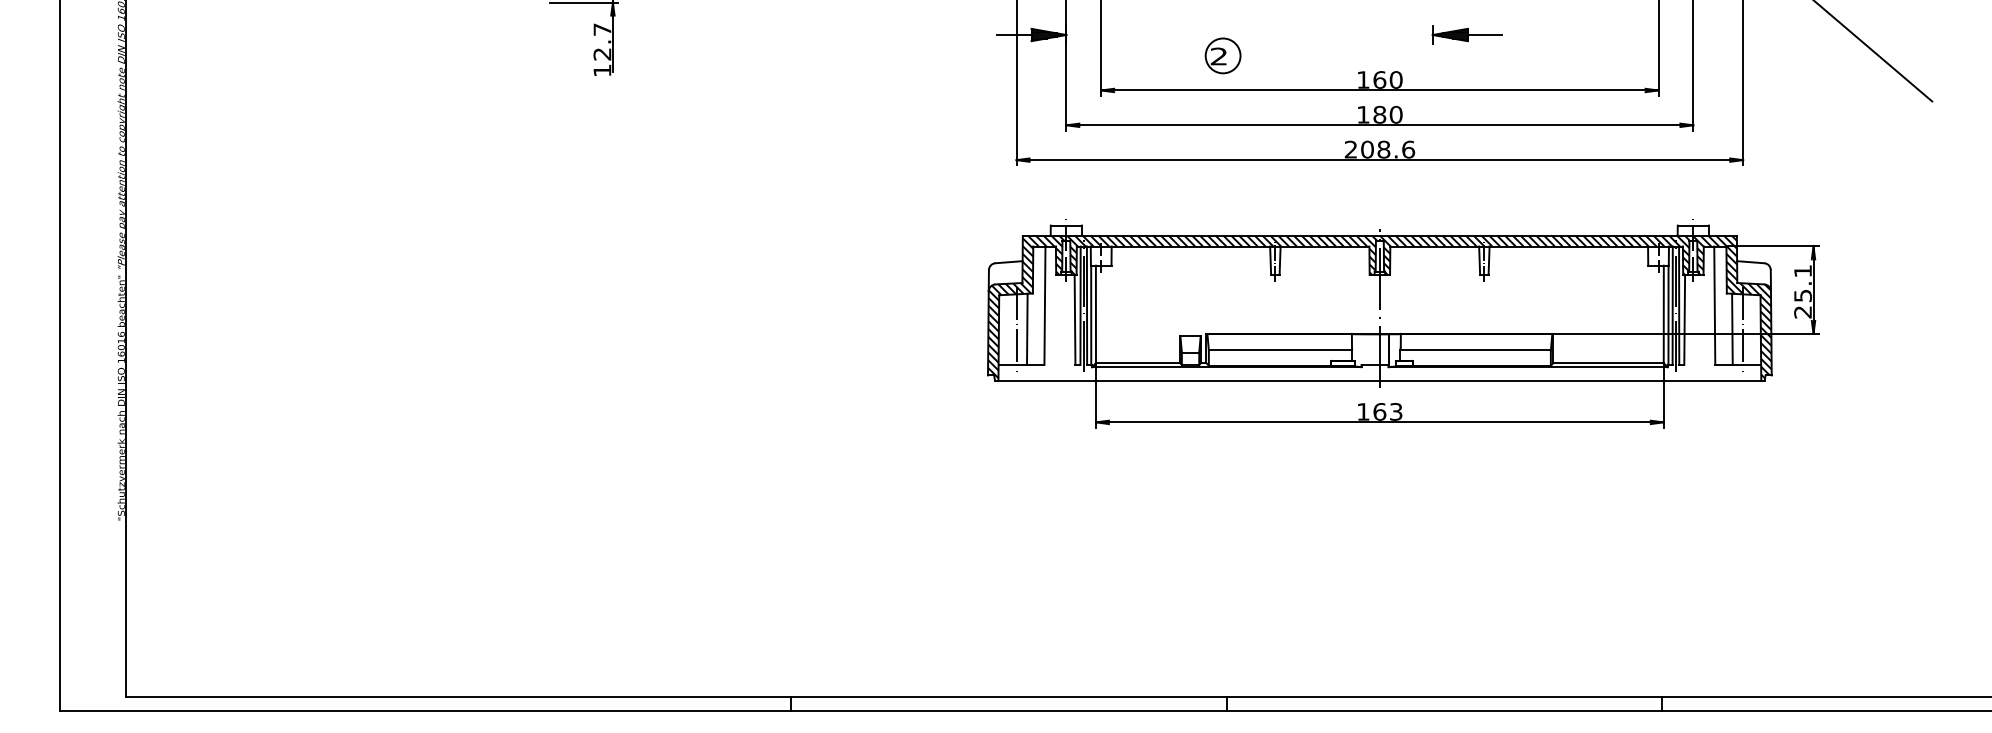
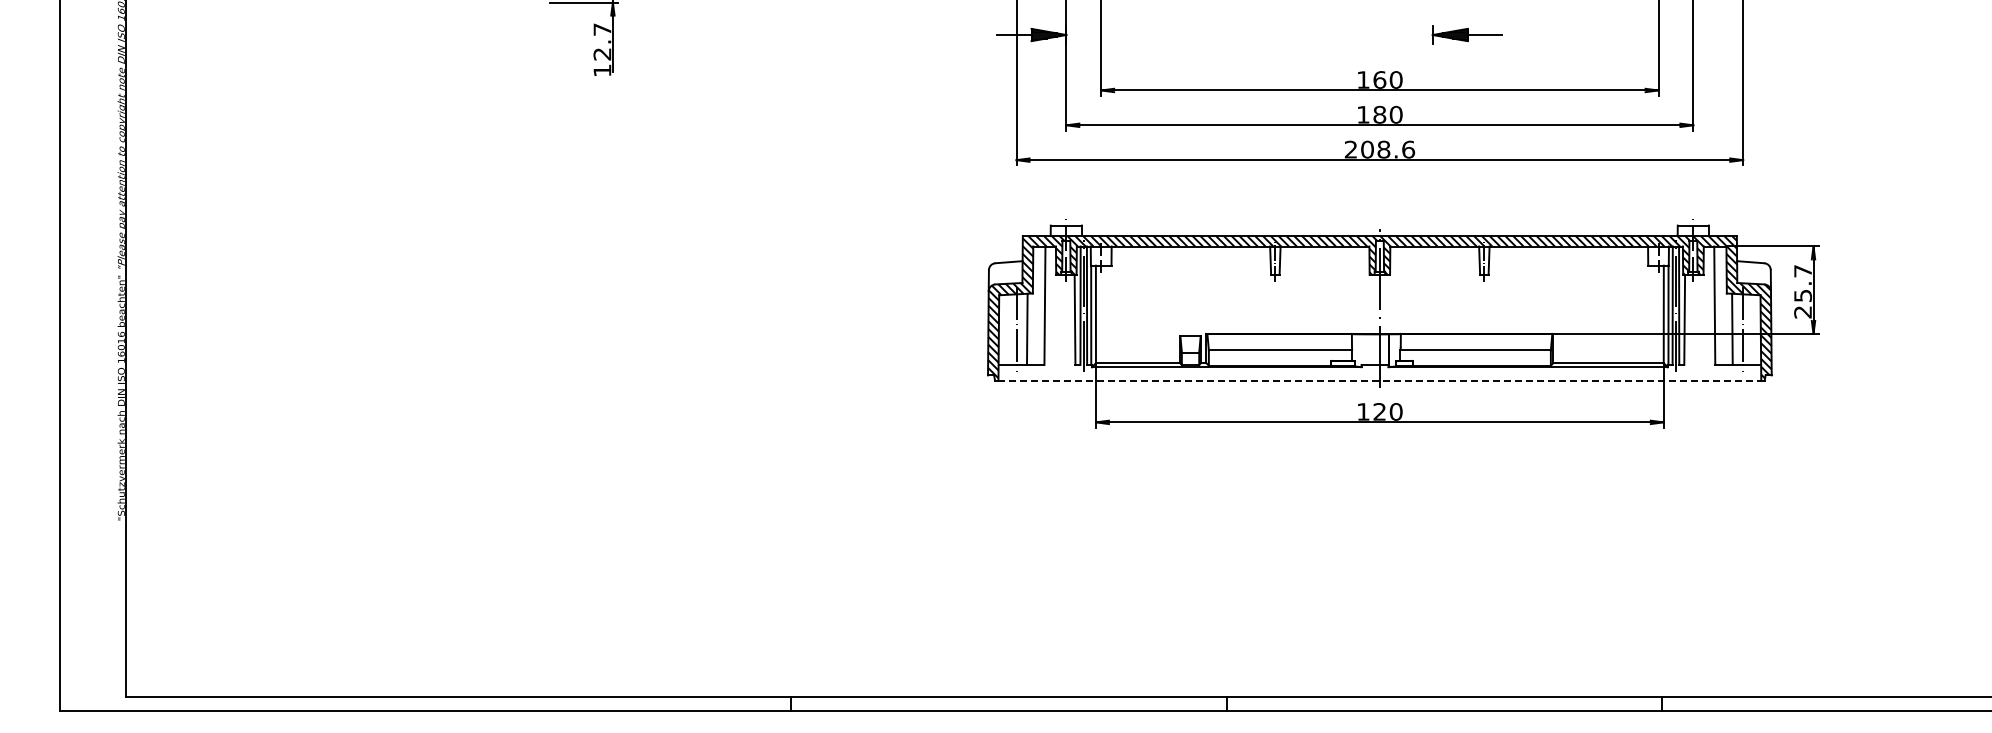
line at (1873, 51): present -> none
part at (1222, 55): present -> none
text at (1802, 271): 25.1 -> 25.7
line at (1380, 380): solid -> dashed
text at (1387, 411): 163 -> 120
